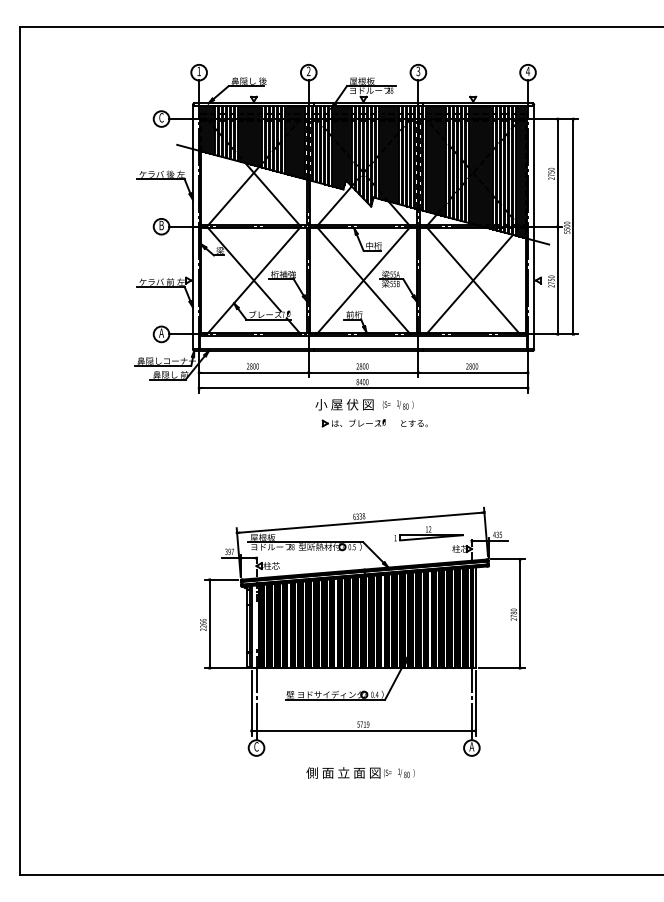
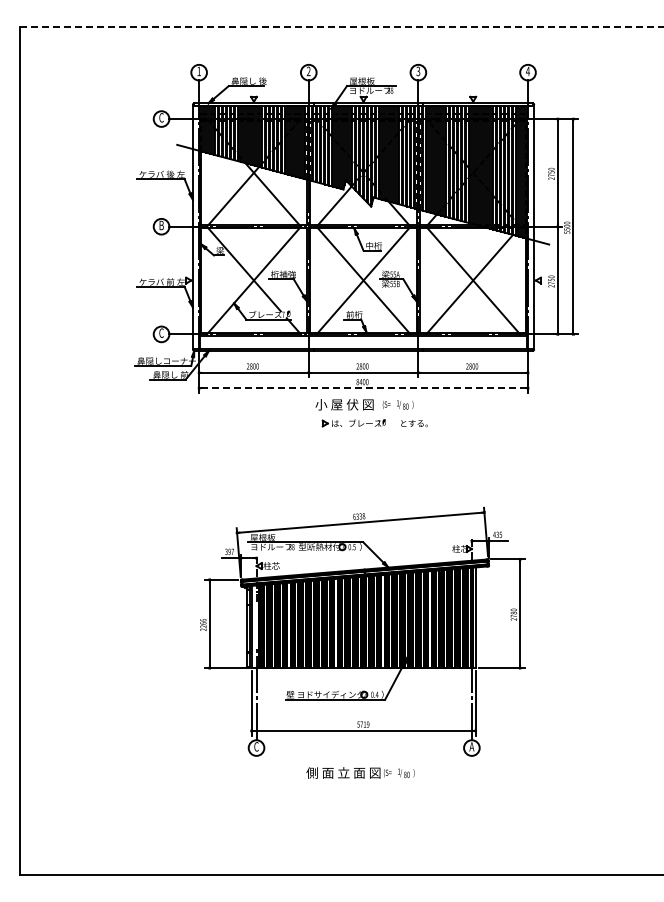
line at (341, 27): solid -> dashed
text at (161, 332): A -> C
line at (363, 388): solid -> dashed
part at (428, 533): present -> none
